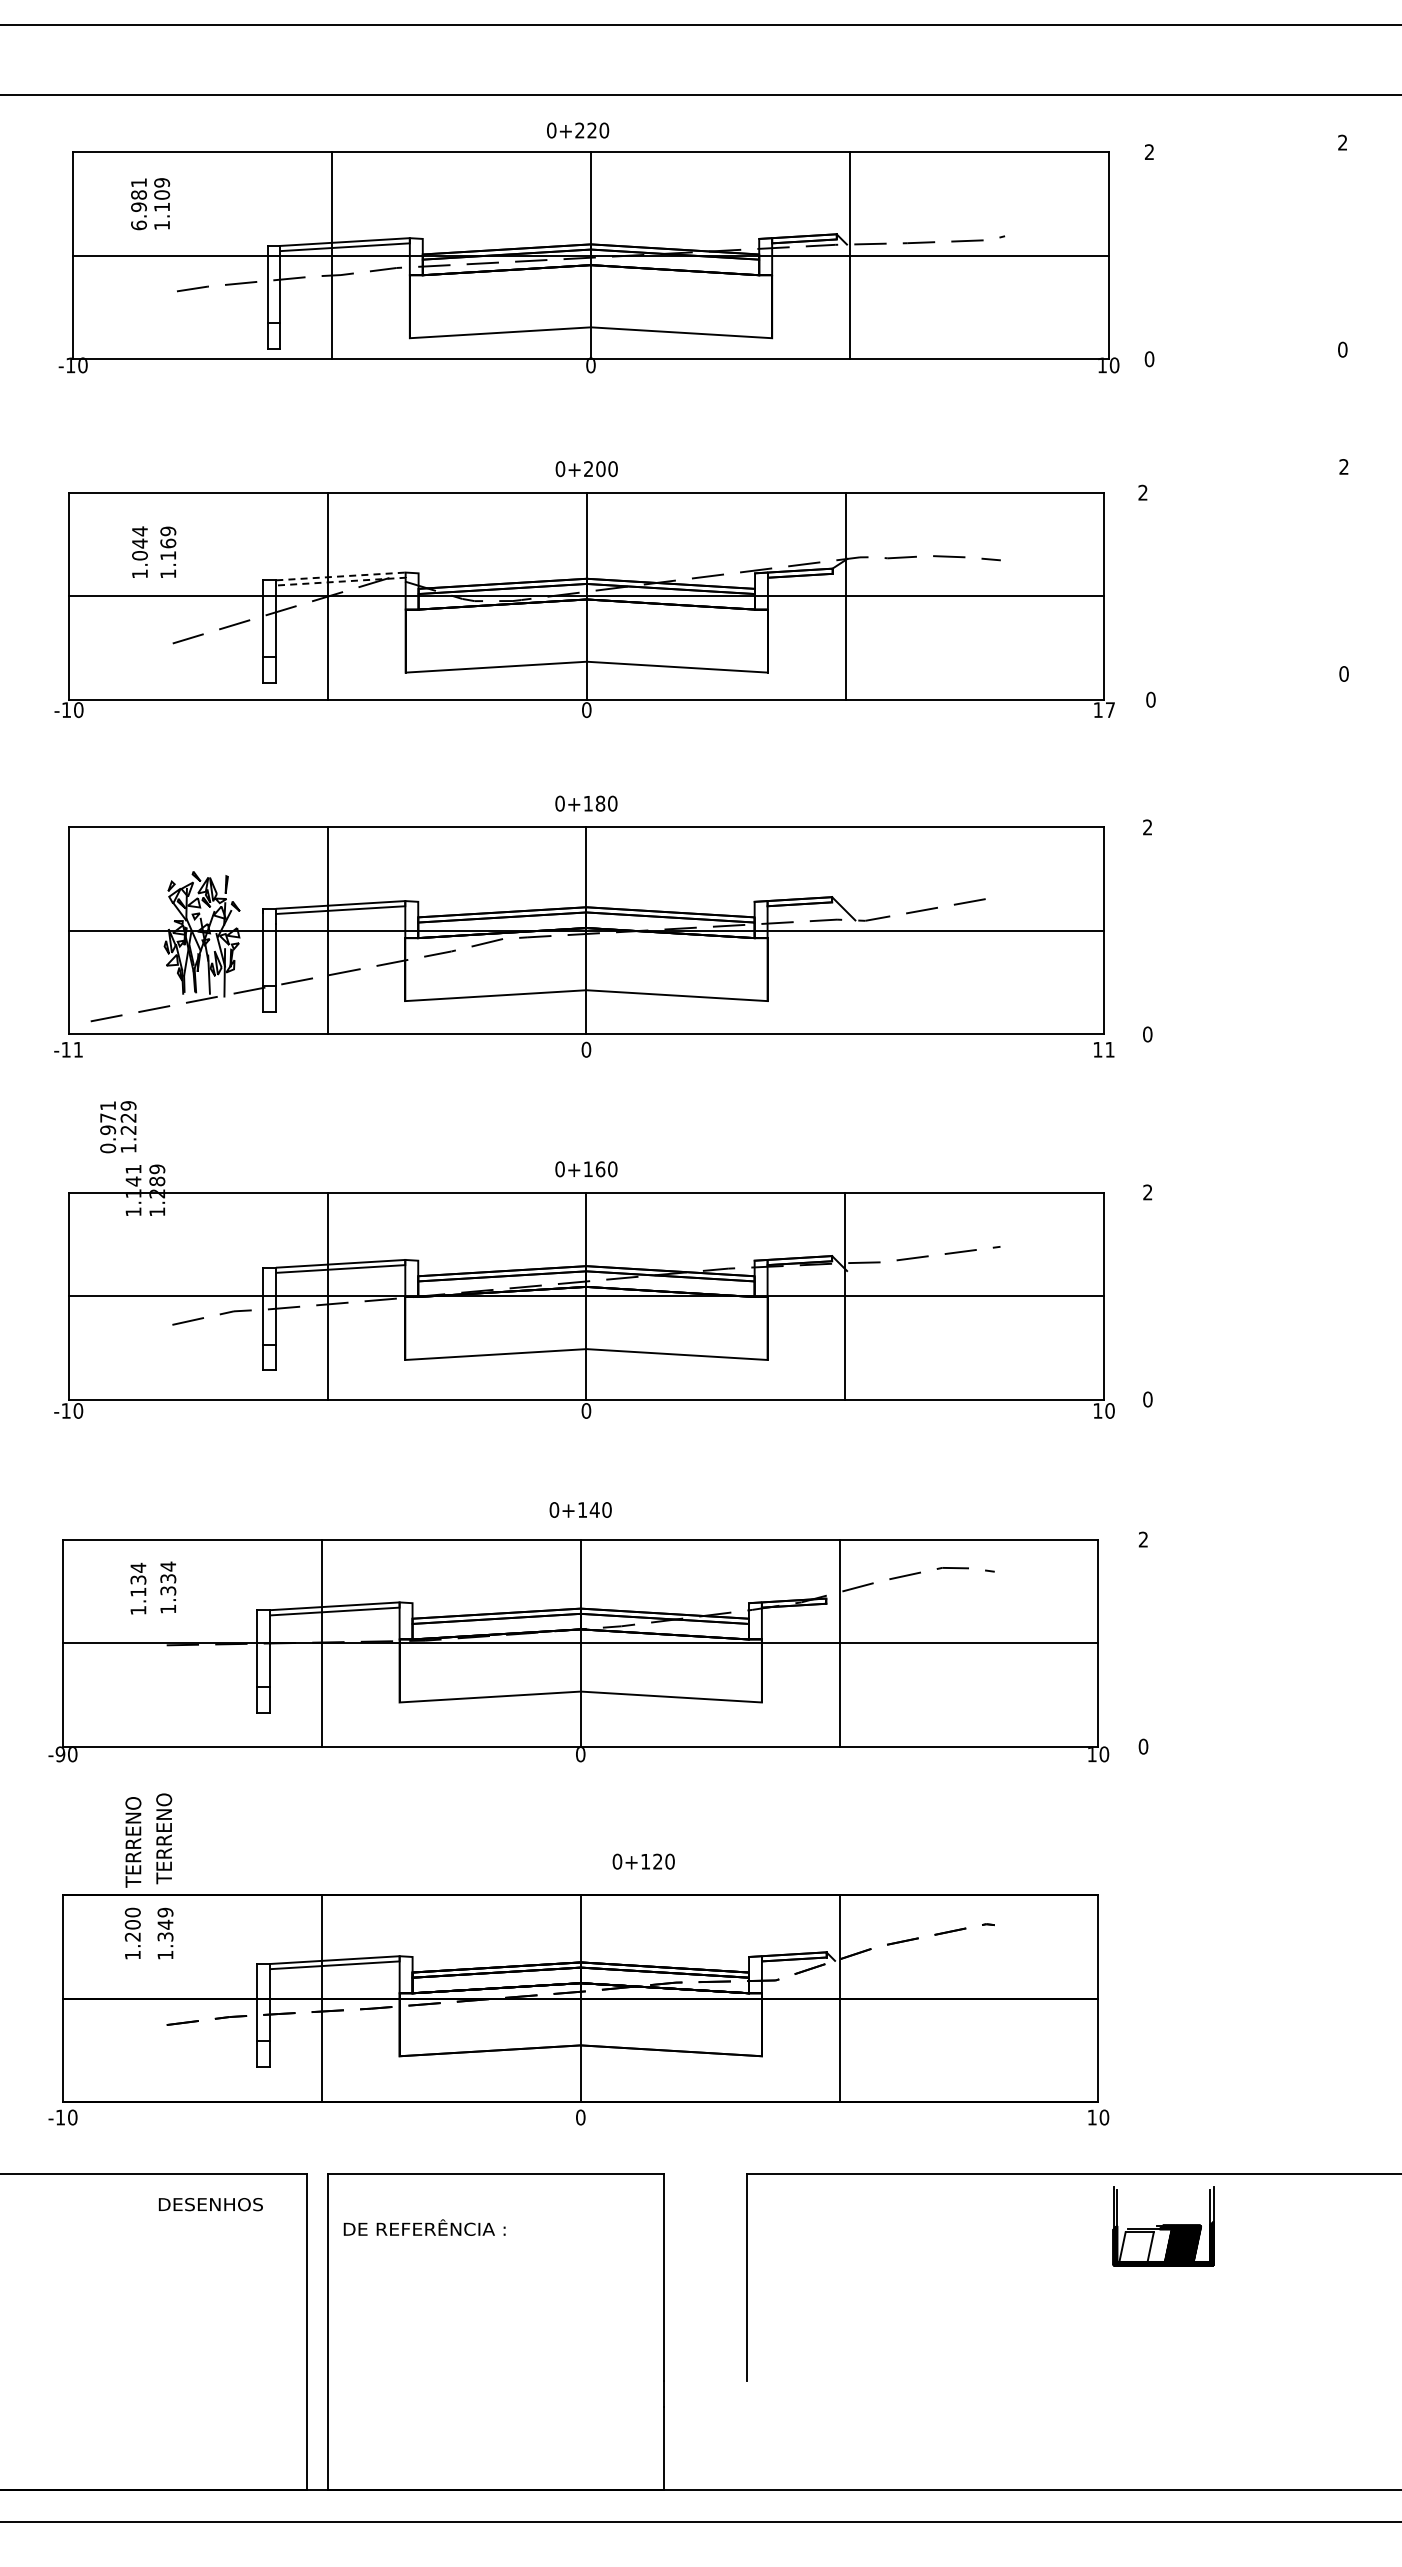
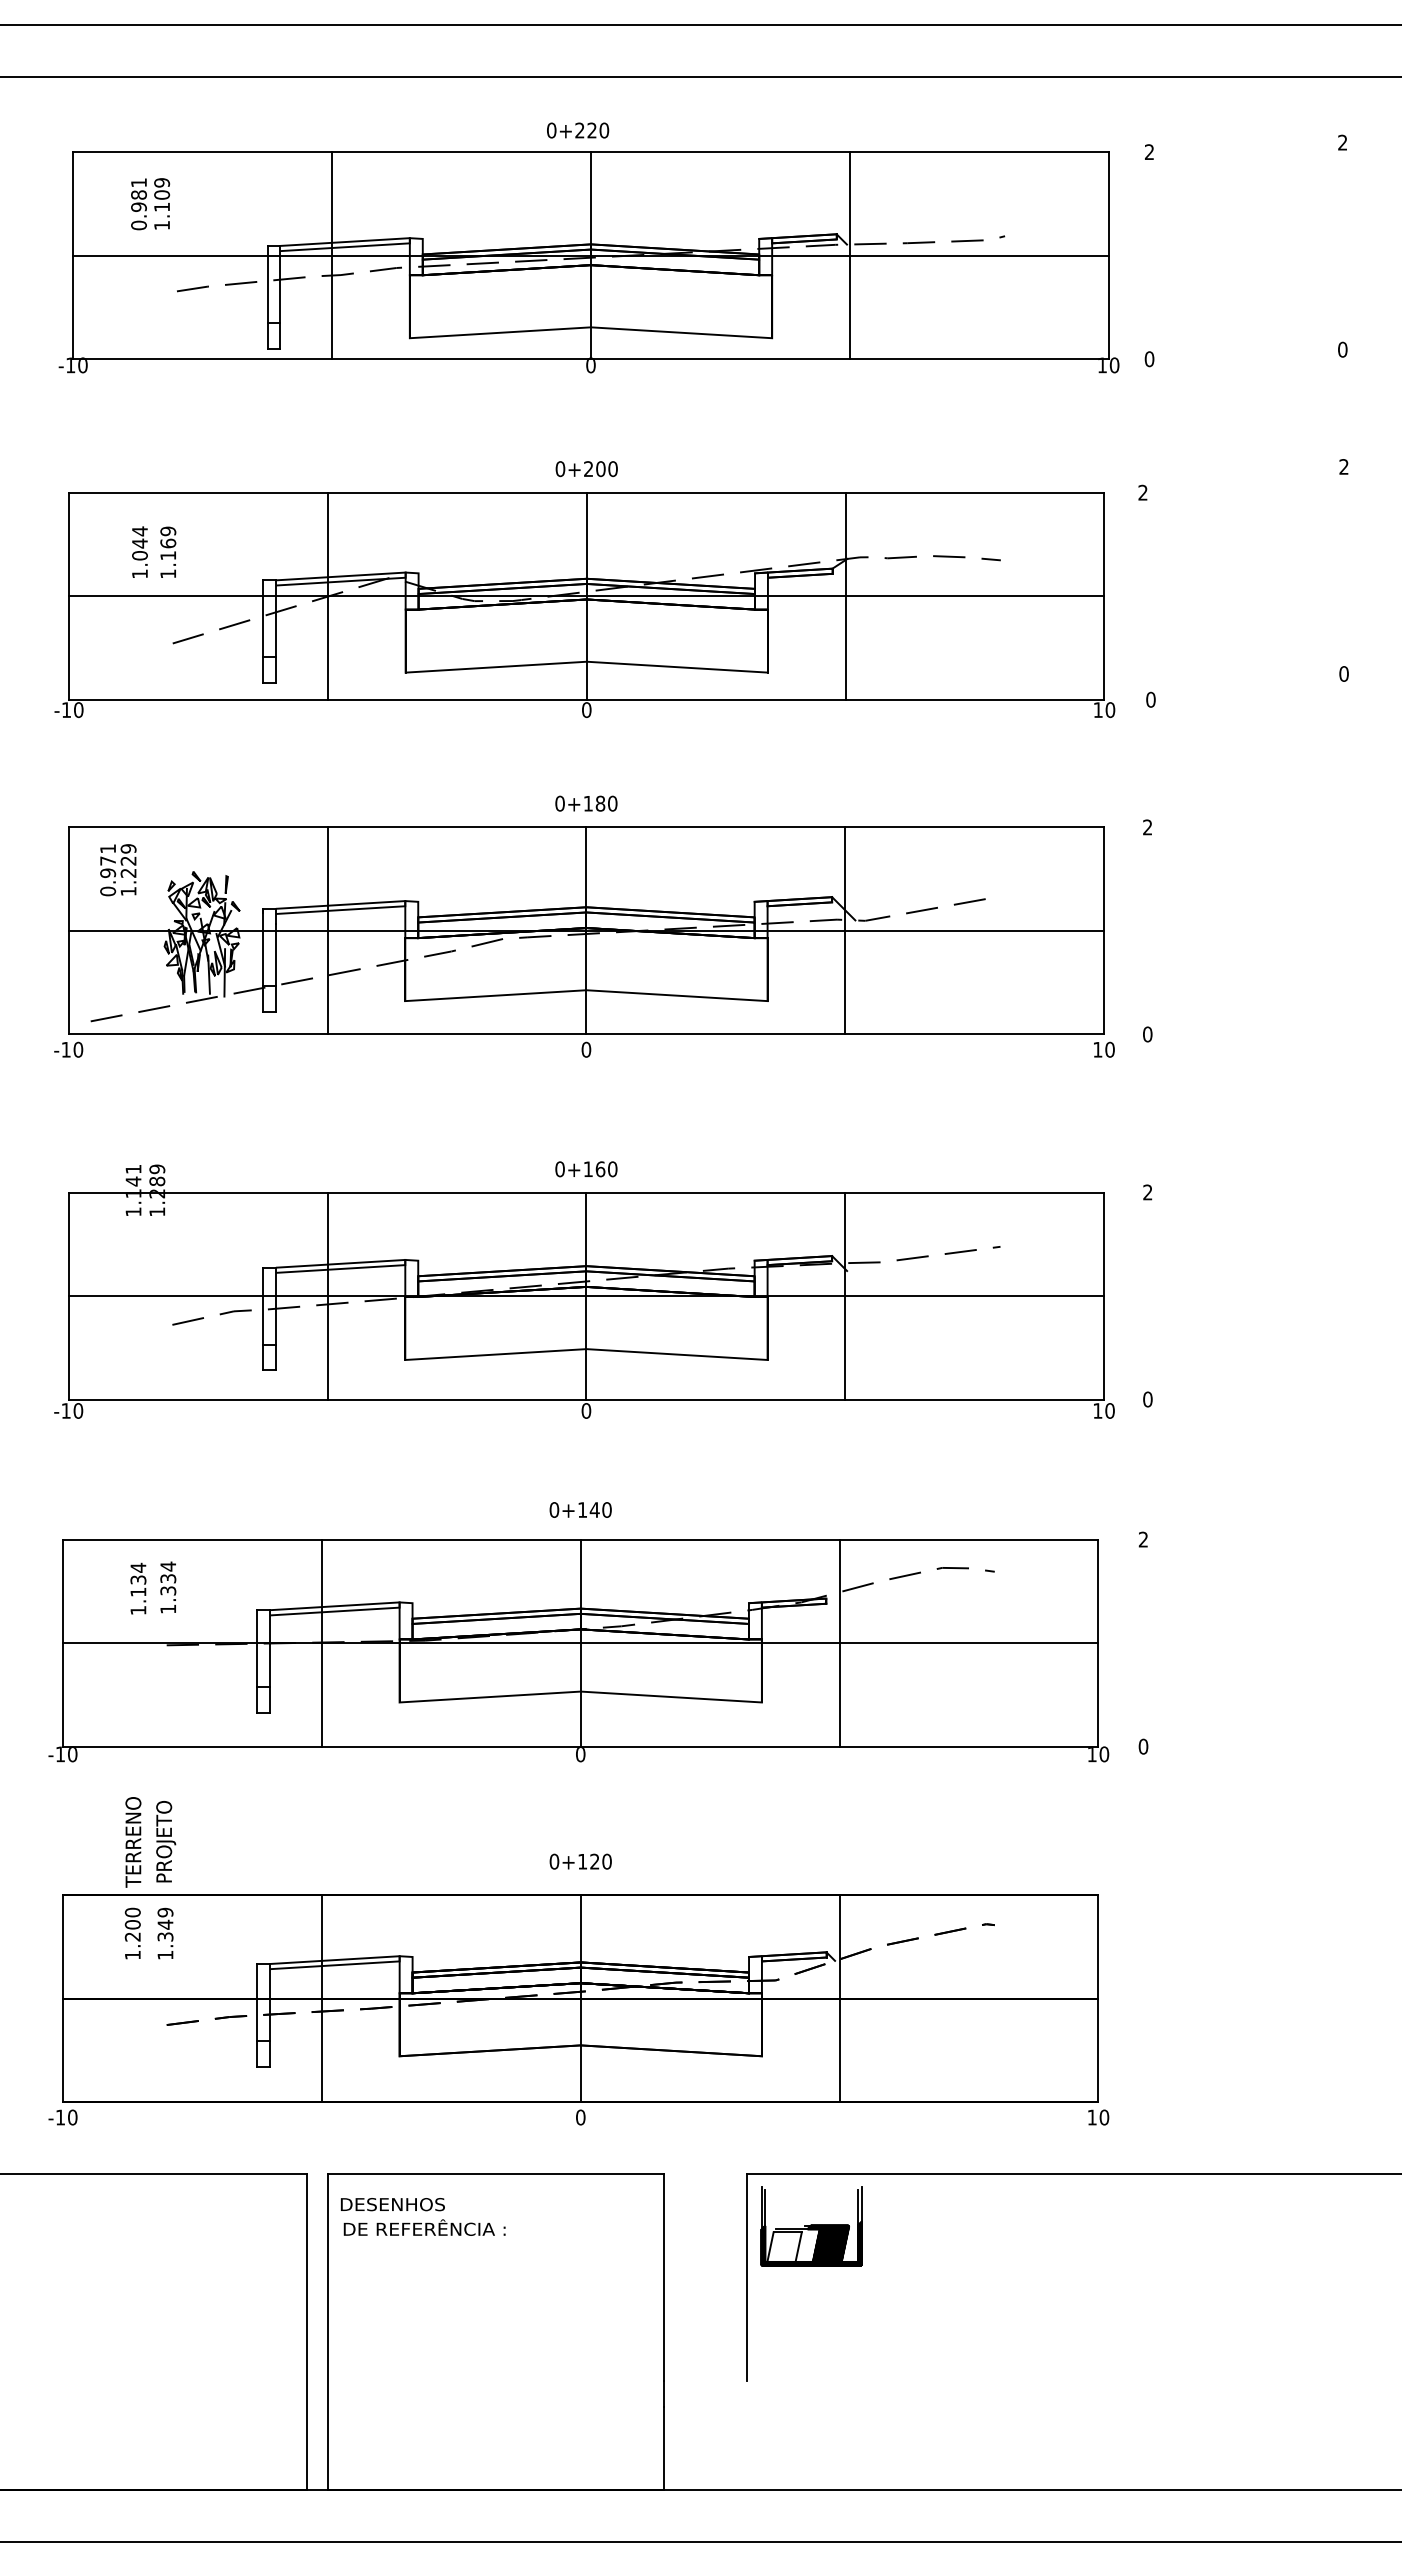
line at (700, 95) position: (700, 95) -> (700, 77)
text at (138, 225): 6.981 -> 0.981
line at (405, 575): dashed -> solid
text at (1110, 710): 17 -> 10
line at (845, 930): none -> present
text at (78, 1049): -11 -> -10
text at (1109, 1049): 11 -> 10
text at (118, 1127) position: (118, 1127) -> (118, 870)
text at (60, 1754): -90 -> -10
text at (166, 1838): TERRENO -> PROJETO
text at (643, 1861) position: (643, 1861) -> (580, 1861)
text at (210, 2204) position: (210, 2204) -> (392, 2204)
part at (1163, 2226) position: (1163, 2226) -> (811, 2226)
line at (700, 2521) position: (700, 2521) -> (700, 2541)
